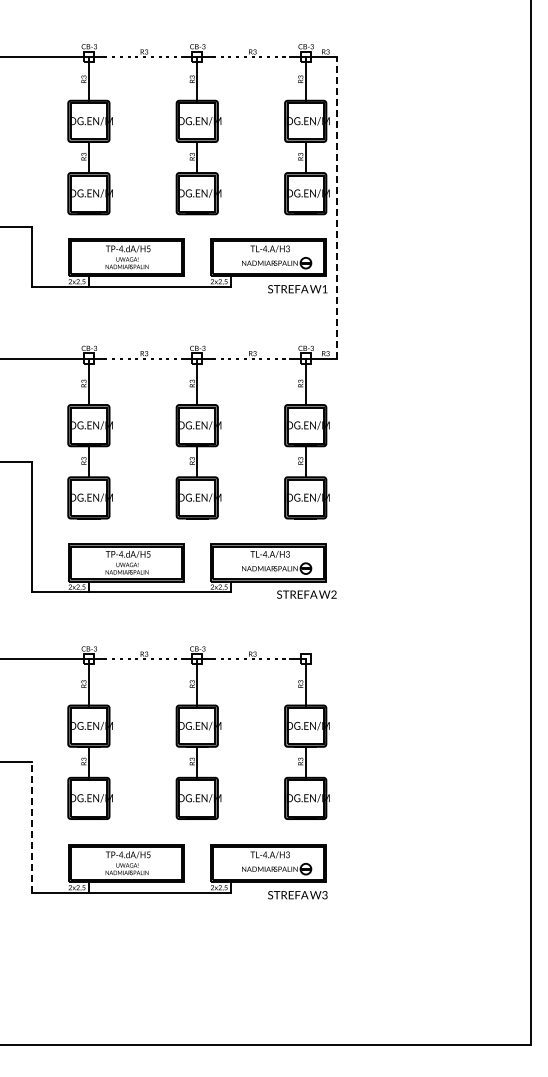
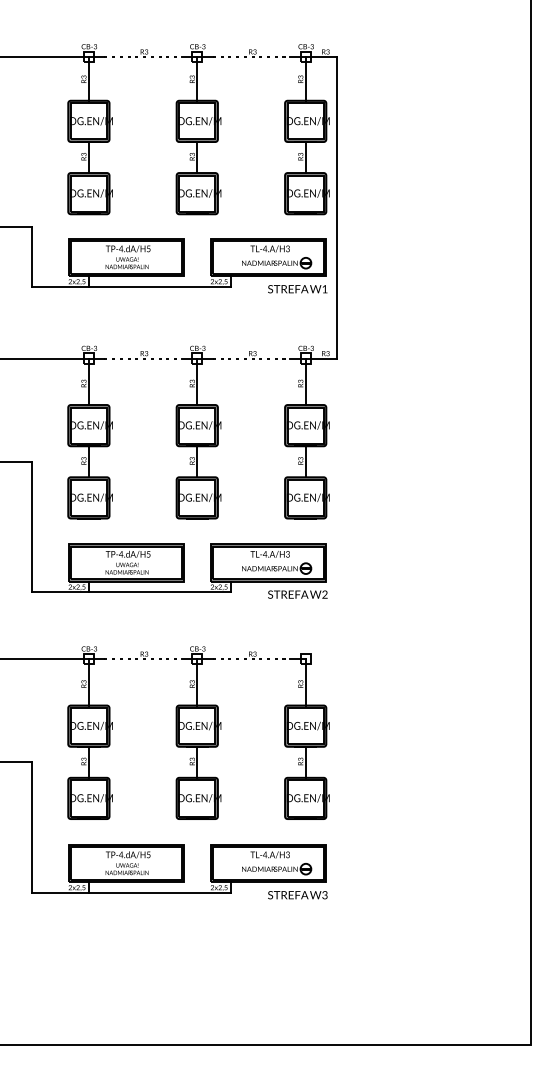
line at (336, 207): dashed -> solid
text at (306, 594) position: (306, 594) -> (297, 594)
line at (32, 826): dashed -> solid
